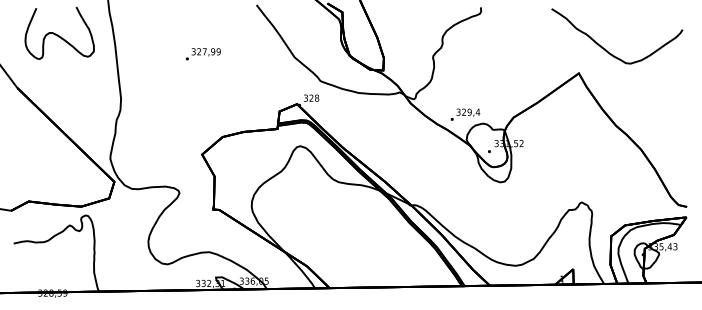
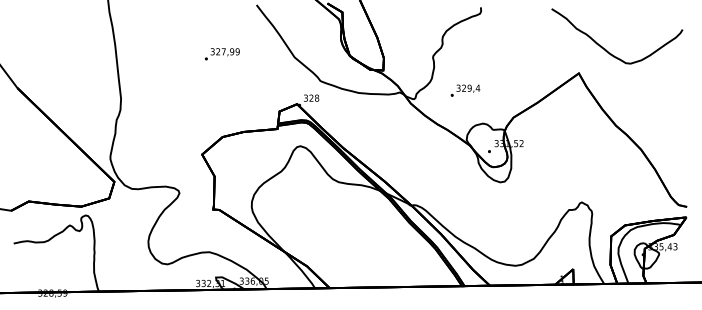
curve at (58, 34): present -> none
text at (203, 54) position: (203, 54) -> (222, 54)
text at (465, 114) position: (465, 114) -> (465, 90)
